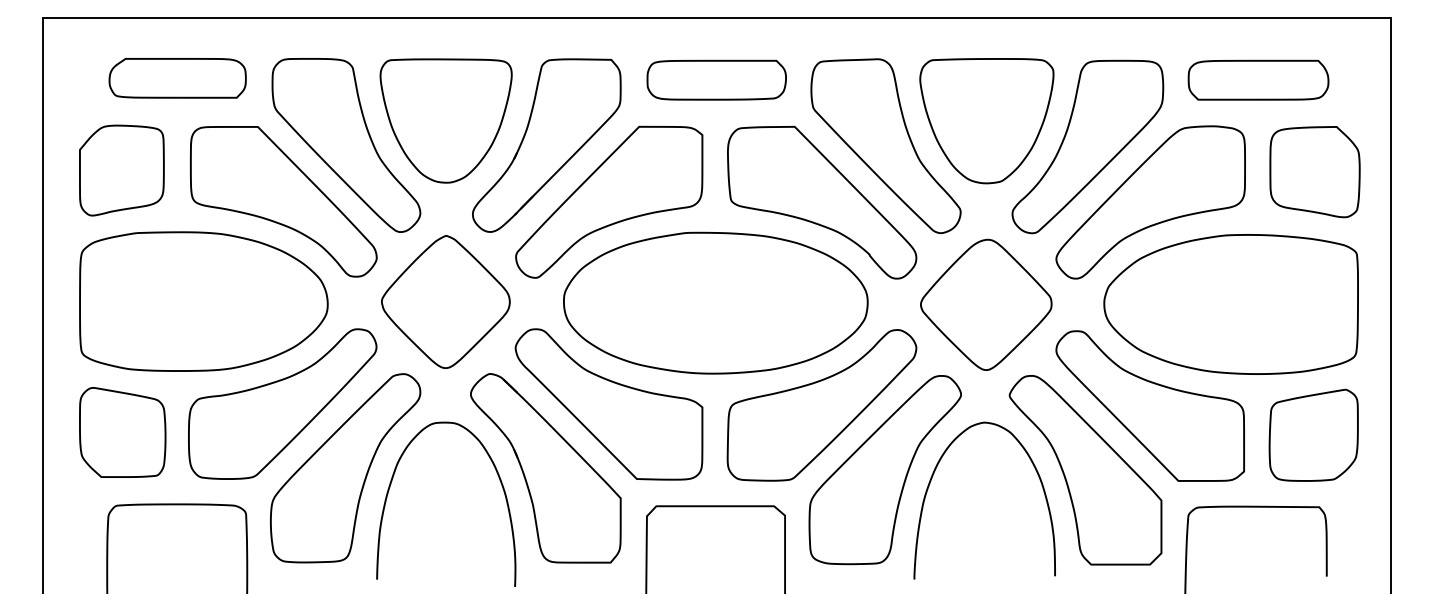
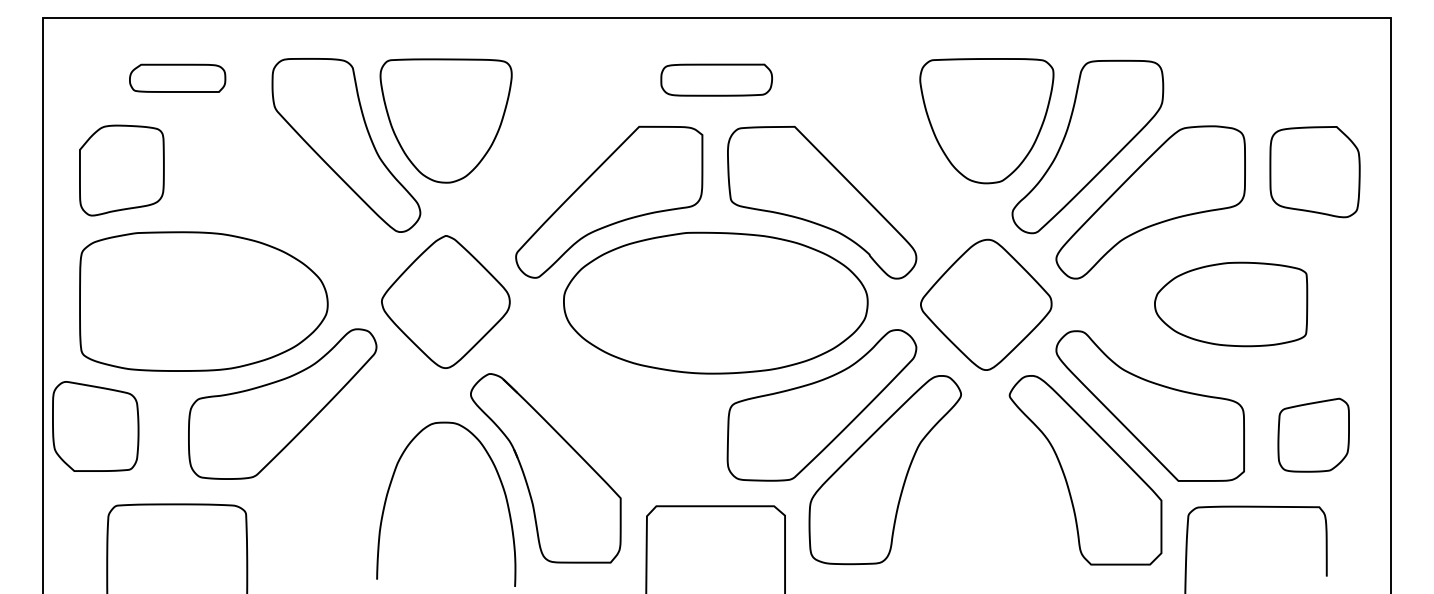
part at (177, 78) size: 139x41 px -> 98x30 px
part at (716, 79) size: 141x42 px -> 113x34 px
part at (1258, 79): present -> none
part at (546, 145): present -> none
part at (885, 146): present -> none
part at (283, 201): present -> none
part at (1230, 304) size: 256x141 px -> 155x87 px
part at (608, 404): present -> none
part at (122, 432) position: (122, 432) -> (95, 426)
part at (1313, 434) size: 91x94 px -> 73x76 px
part at (345, 468): present -> none
curve at (931, 481): present -> none
